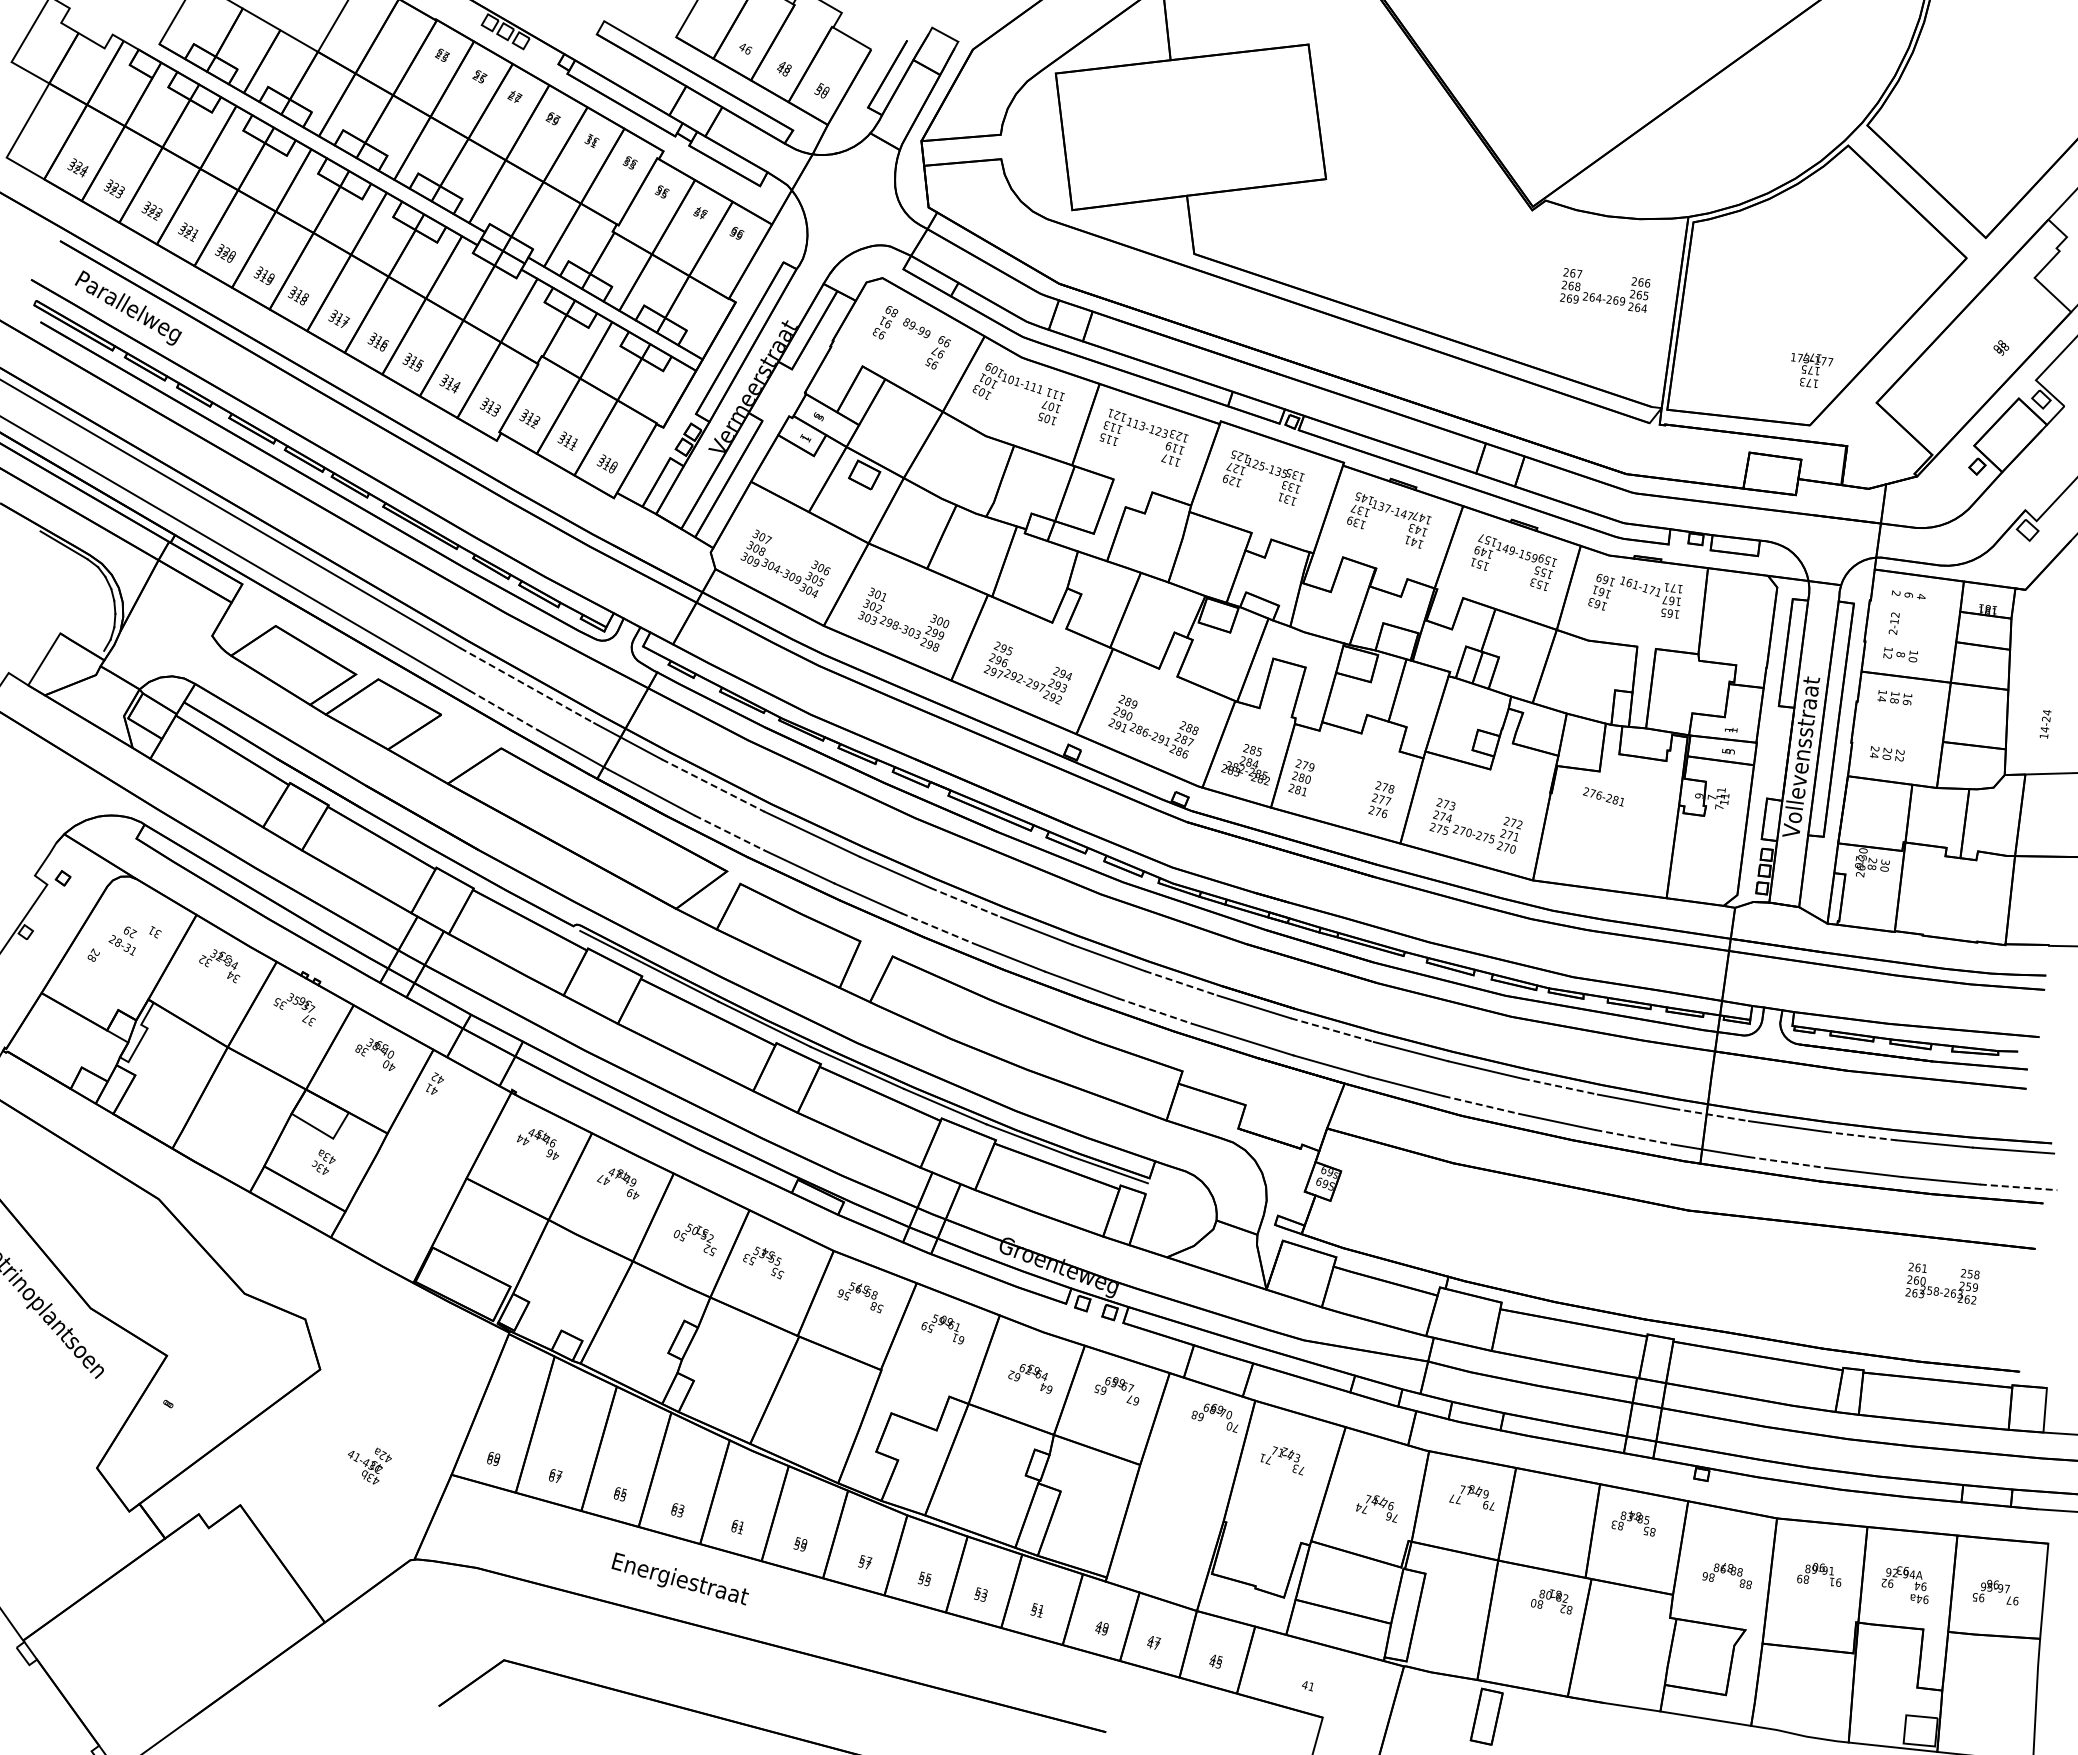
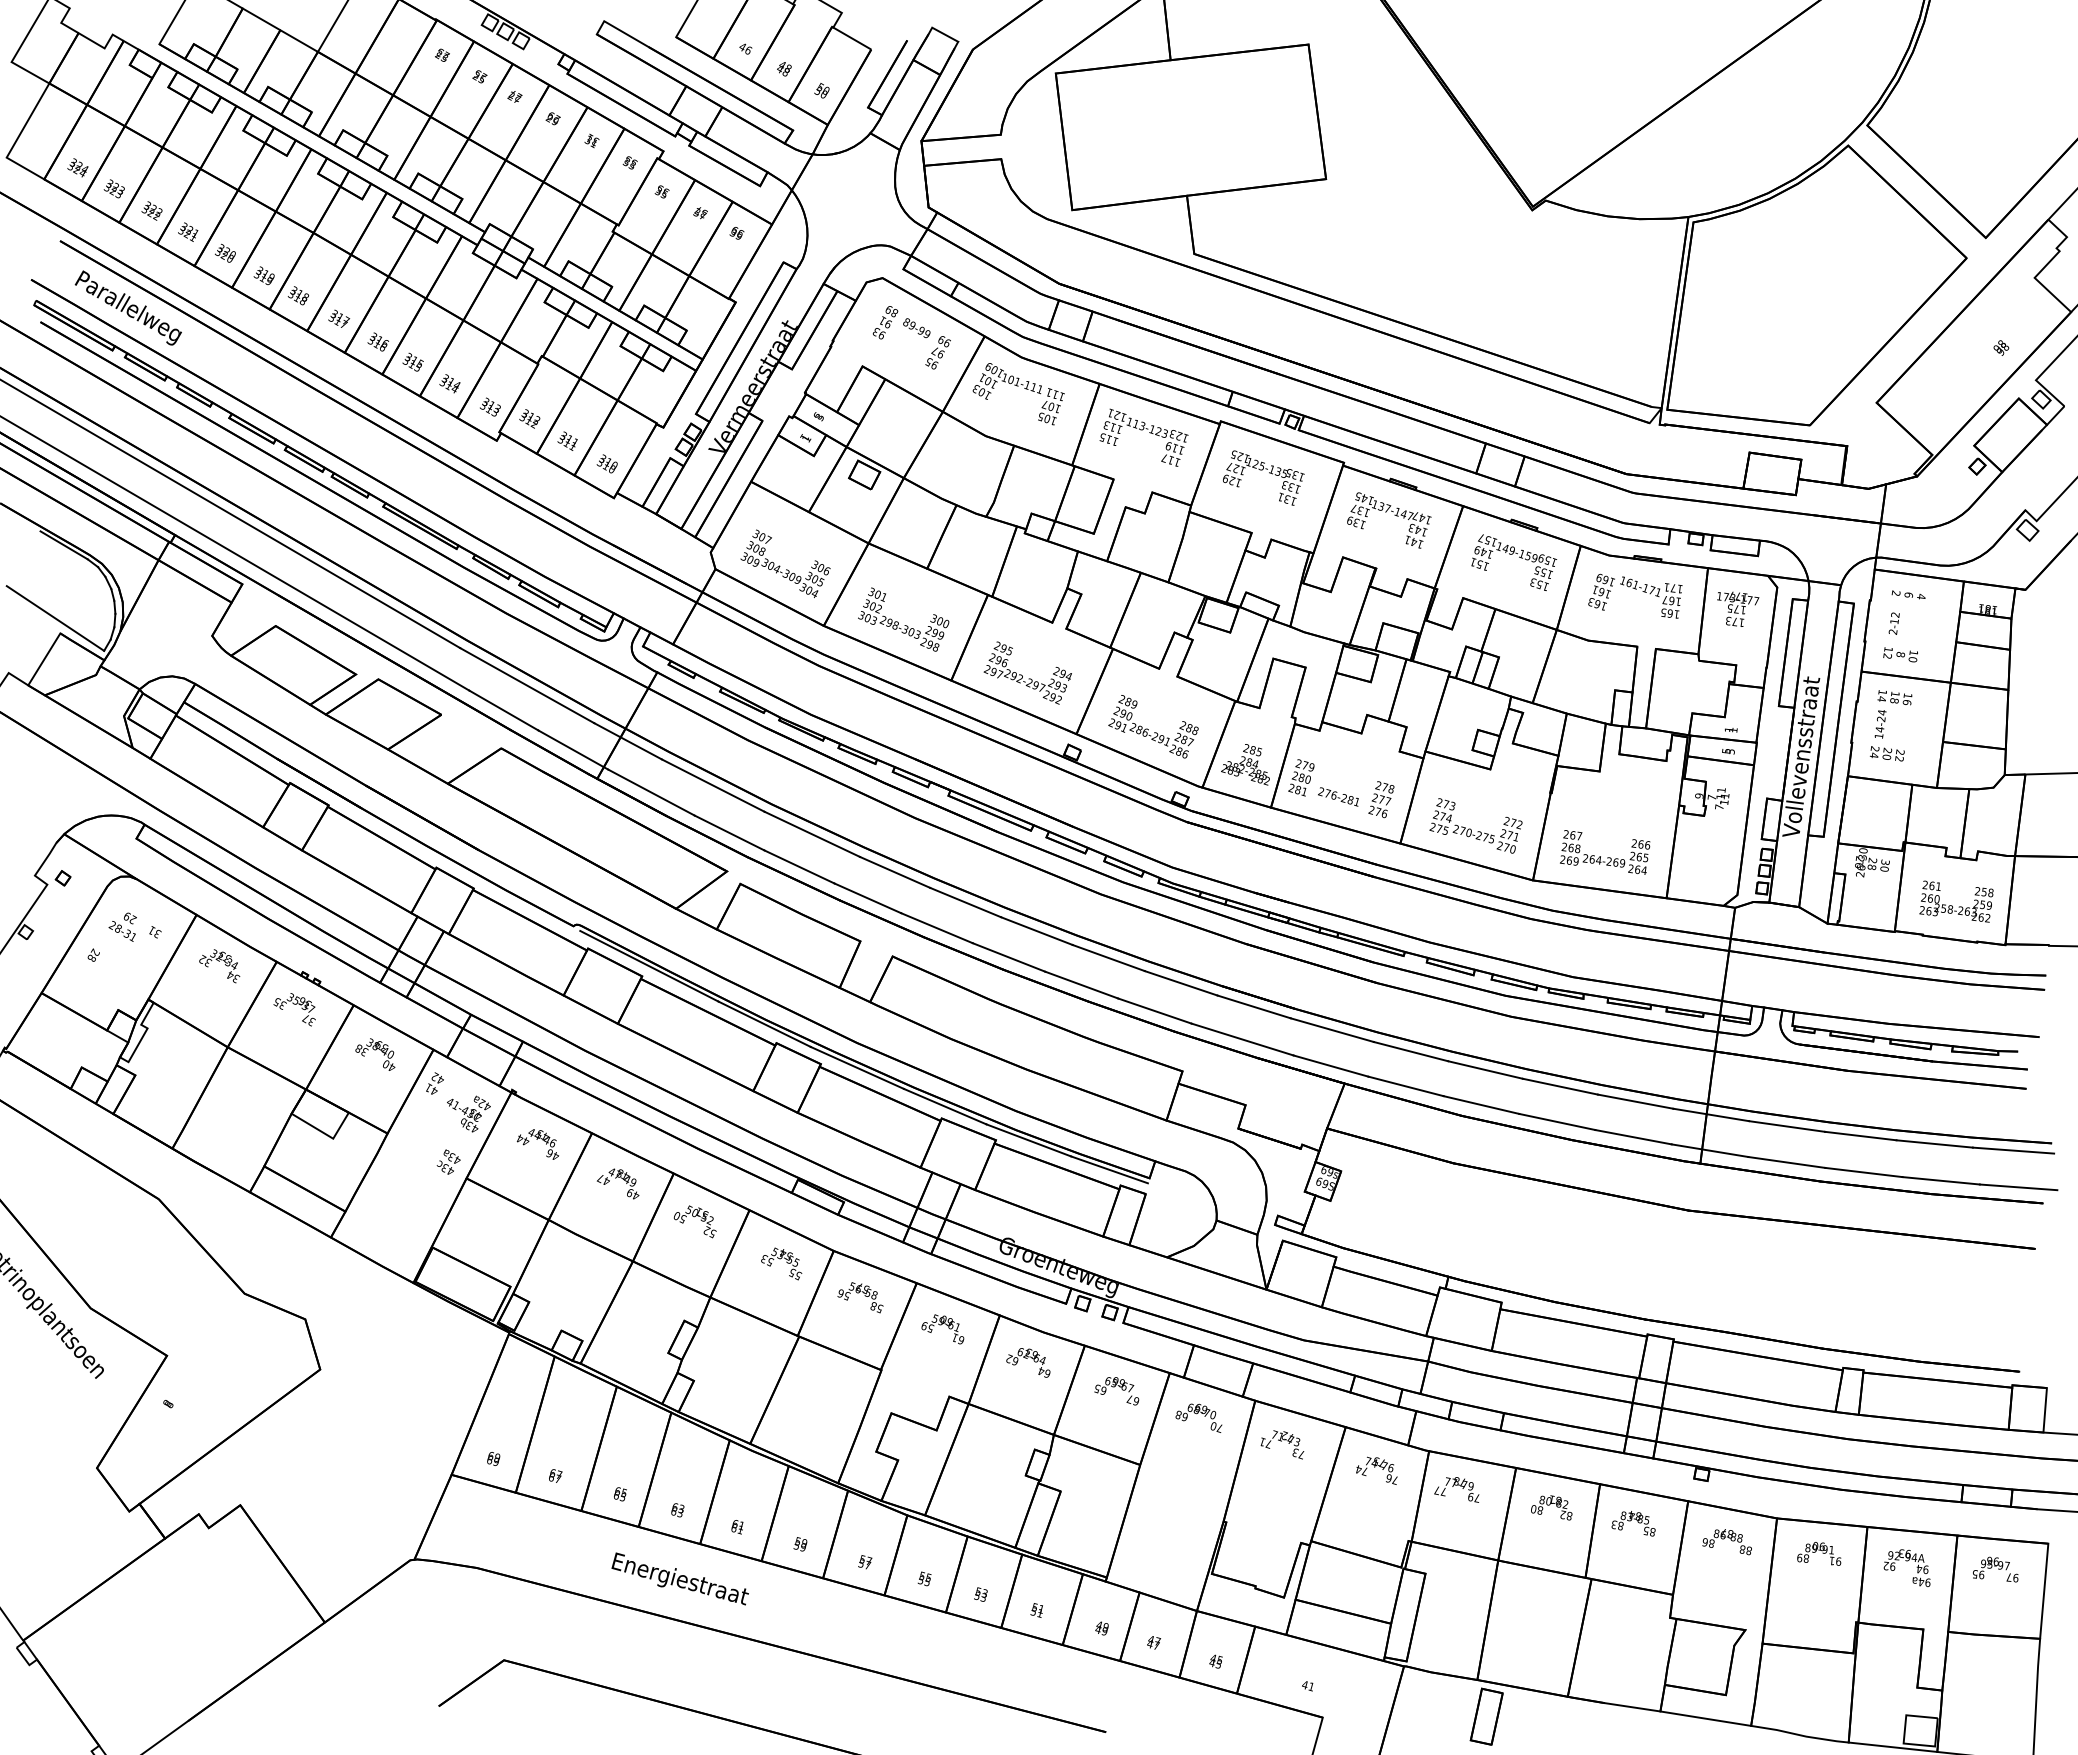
text at (1605, 290) position: (1605, 290) -> (1605, 852)
text at (1812, 369) position: (1812, 369) -> (1738, 608)
line at (55, 618): none -> present
line at (527, 685): dashed -> solid
line at (503, 710): dashed -> solid
text at (2045, 724) position: (2045, 724) -> (1880, 724)
line at (713, 785): dashed -> solid
text at (1603, 796) position: (1603, 796) -> (1338, 796)
line at (729, 832): dashed -> solid
line at (966, 902): dashed -> solid
line at (936, 928): dashed -> solid
text at (122, 940) position: (122, 940) -> (122, 926)
line at (1181, 983): dashed -> solid
line at (1154, 1011): dashed -> solid
line at (1332, 1030): dashed -> solid
line at (1560, 1086): dashed -> solid
line at (1481, 1105): dashed -> solid
line at (1711, 1115): dashed -> solid
line at (1860, 1136): dashed -> solid
line at (1633, 1137): dashed -> solid
text at (323, 1161) position: (323, 1161) -> (448, 1161)
line at (1786, 1162): dashed -> solid
line at (2018, 1187): dashed -> solid
text at (694, 1239) position: (694, 1239) -> (694, 1221)
text at (763, 1262) position: (763, 1262) -> (781, 1263)
text at (1942, 1283) position: (1942, 1283) -> (1956, 901)
text at (1030, 1378) position: (1030, 1378) -> (1028, 1362)
text at (1214, 1417) position: (1214, 1417) -> (1198, 1417)
text at (1282, 1460) position: (1282, 1460) -> (1282, 1444)
text at (369, 1465) position: (369, 1465) -> (468, 1113)
text at (1471, 1497) position: (1471, 1497) -> (1456, 1489)
text at (1376, 1508) position: (1376, 1508) -> (1376, 1470)
text at (1819, 1574) position: (1819, 1574) -> (1819, 1553)
text at (1726, 1576) position: (1726, 1576) -> (1726, 1542)
text at (1904, 1584) position: (1904, 1584) -> (1906, 1567)
text at (1995, 1592) position: (1995, 1592) -> (1995, 1569)
text at (1551, 1601) position: (1551, 1601) -> (1551, 1507)
